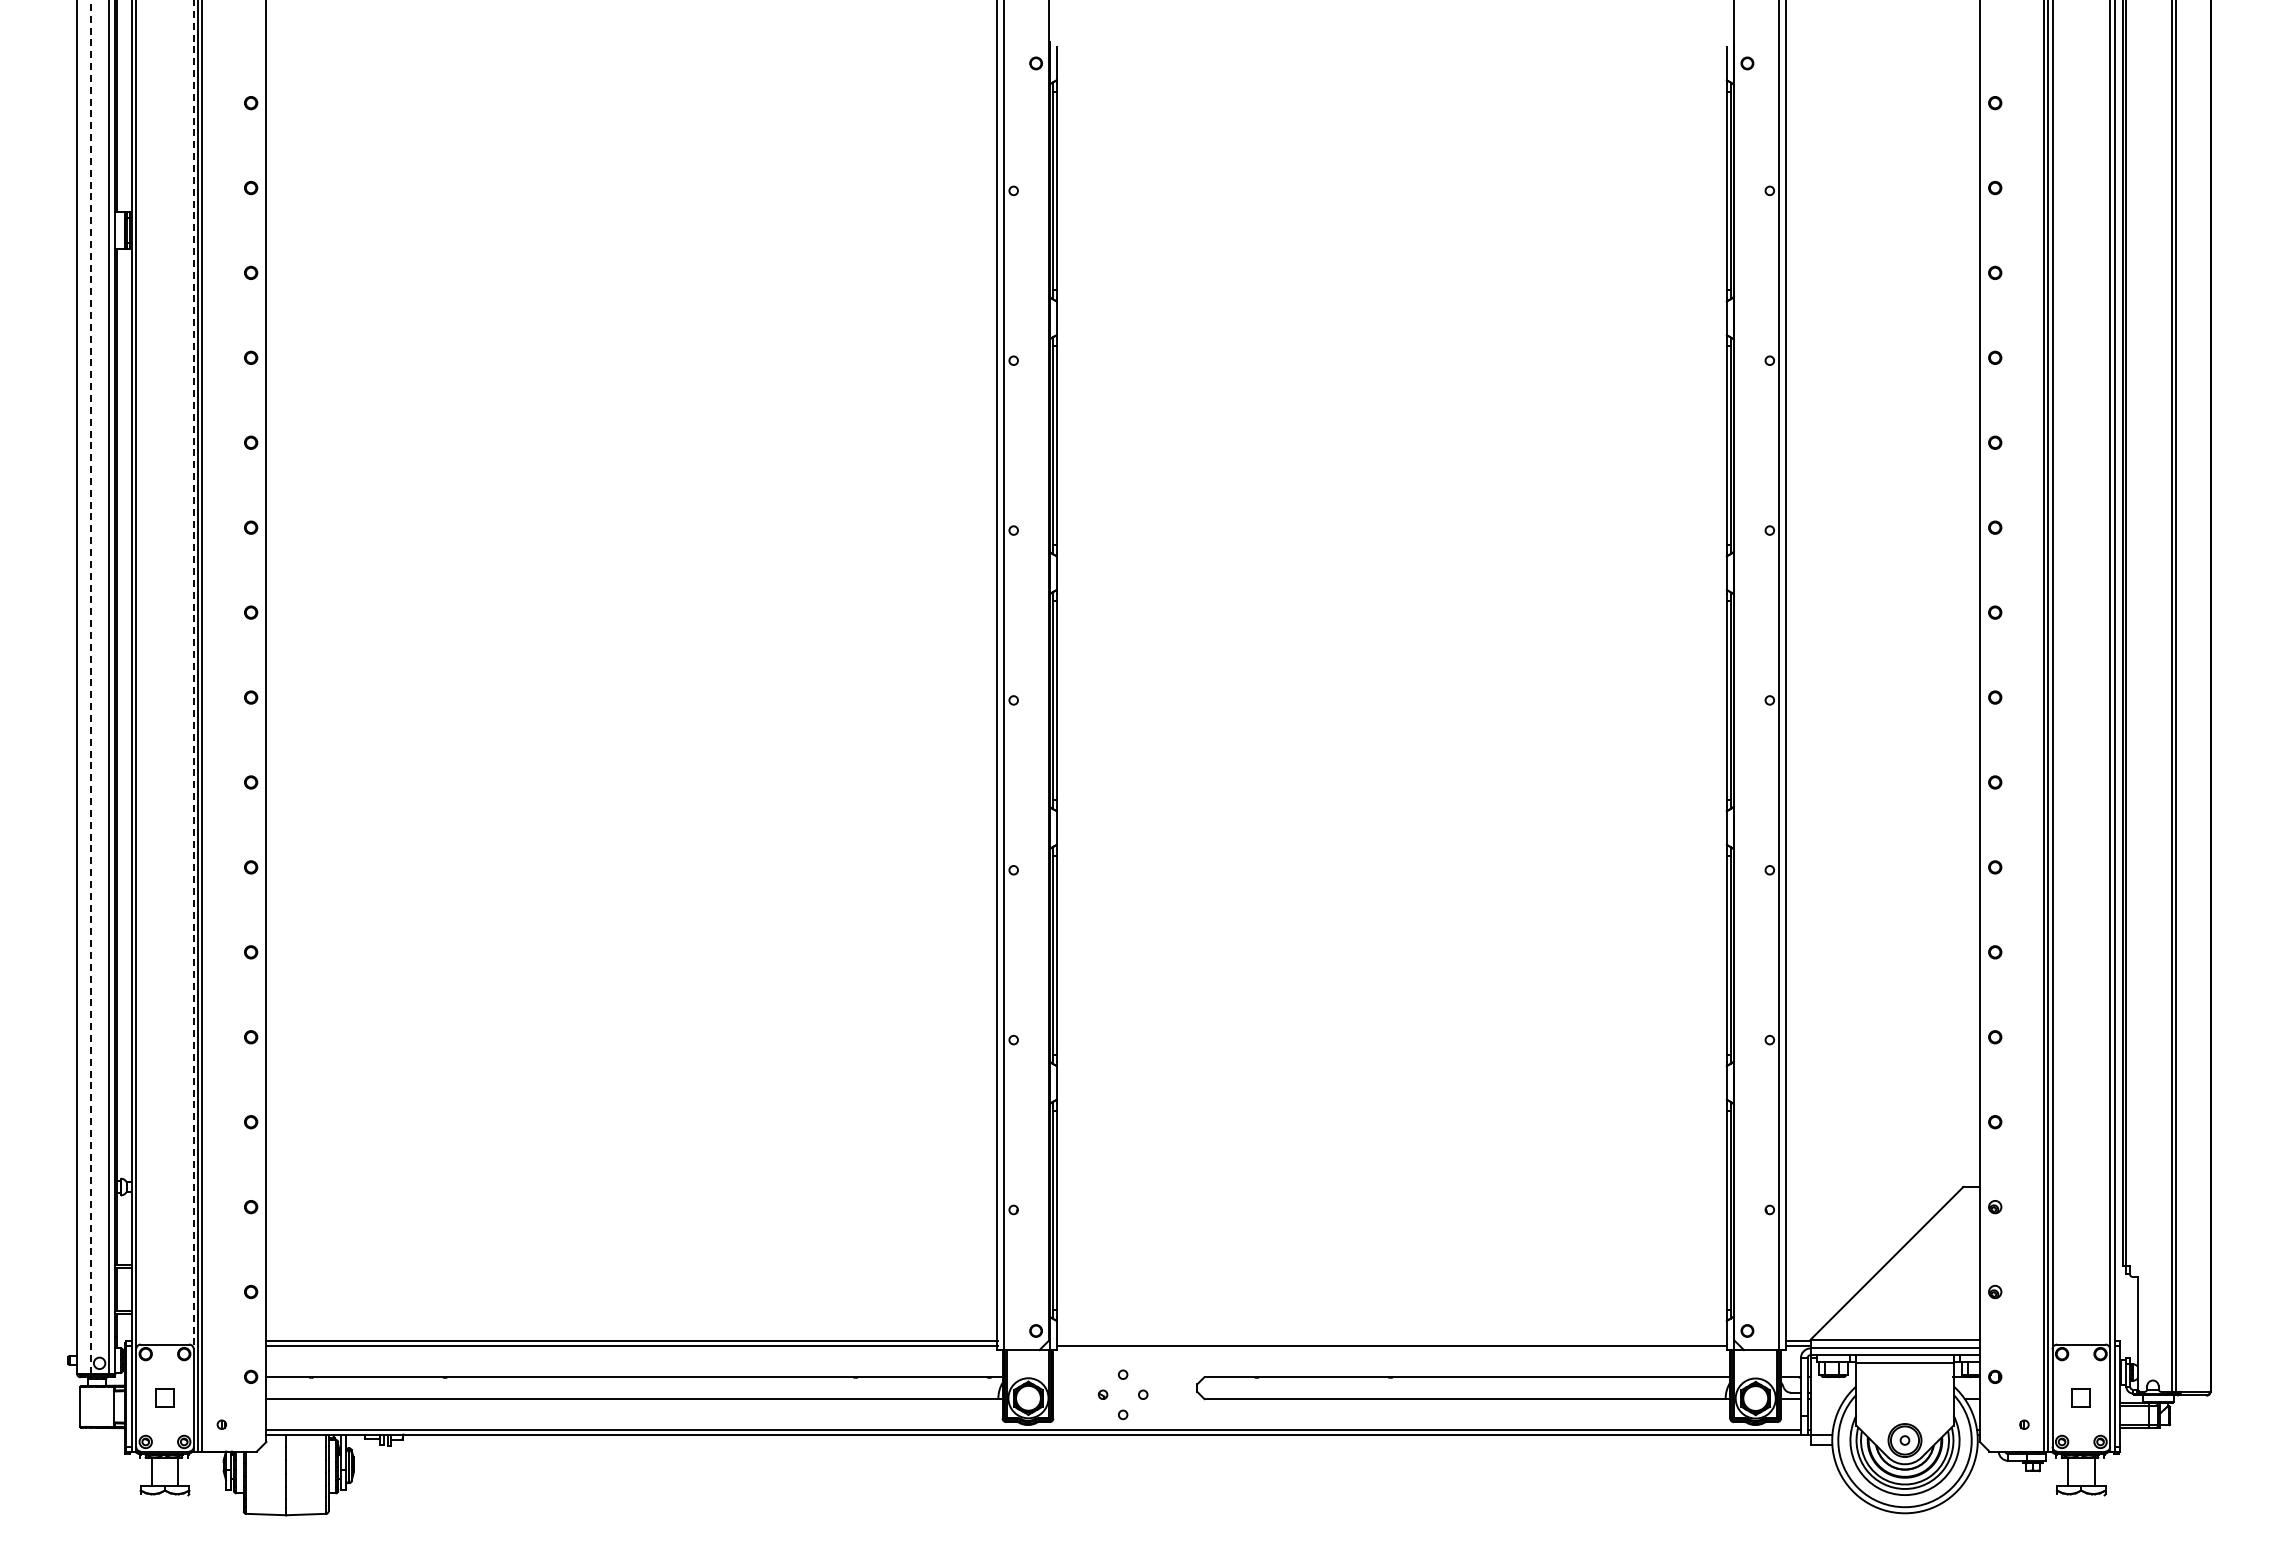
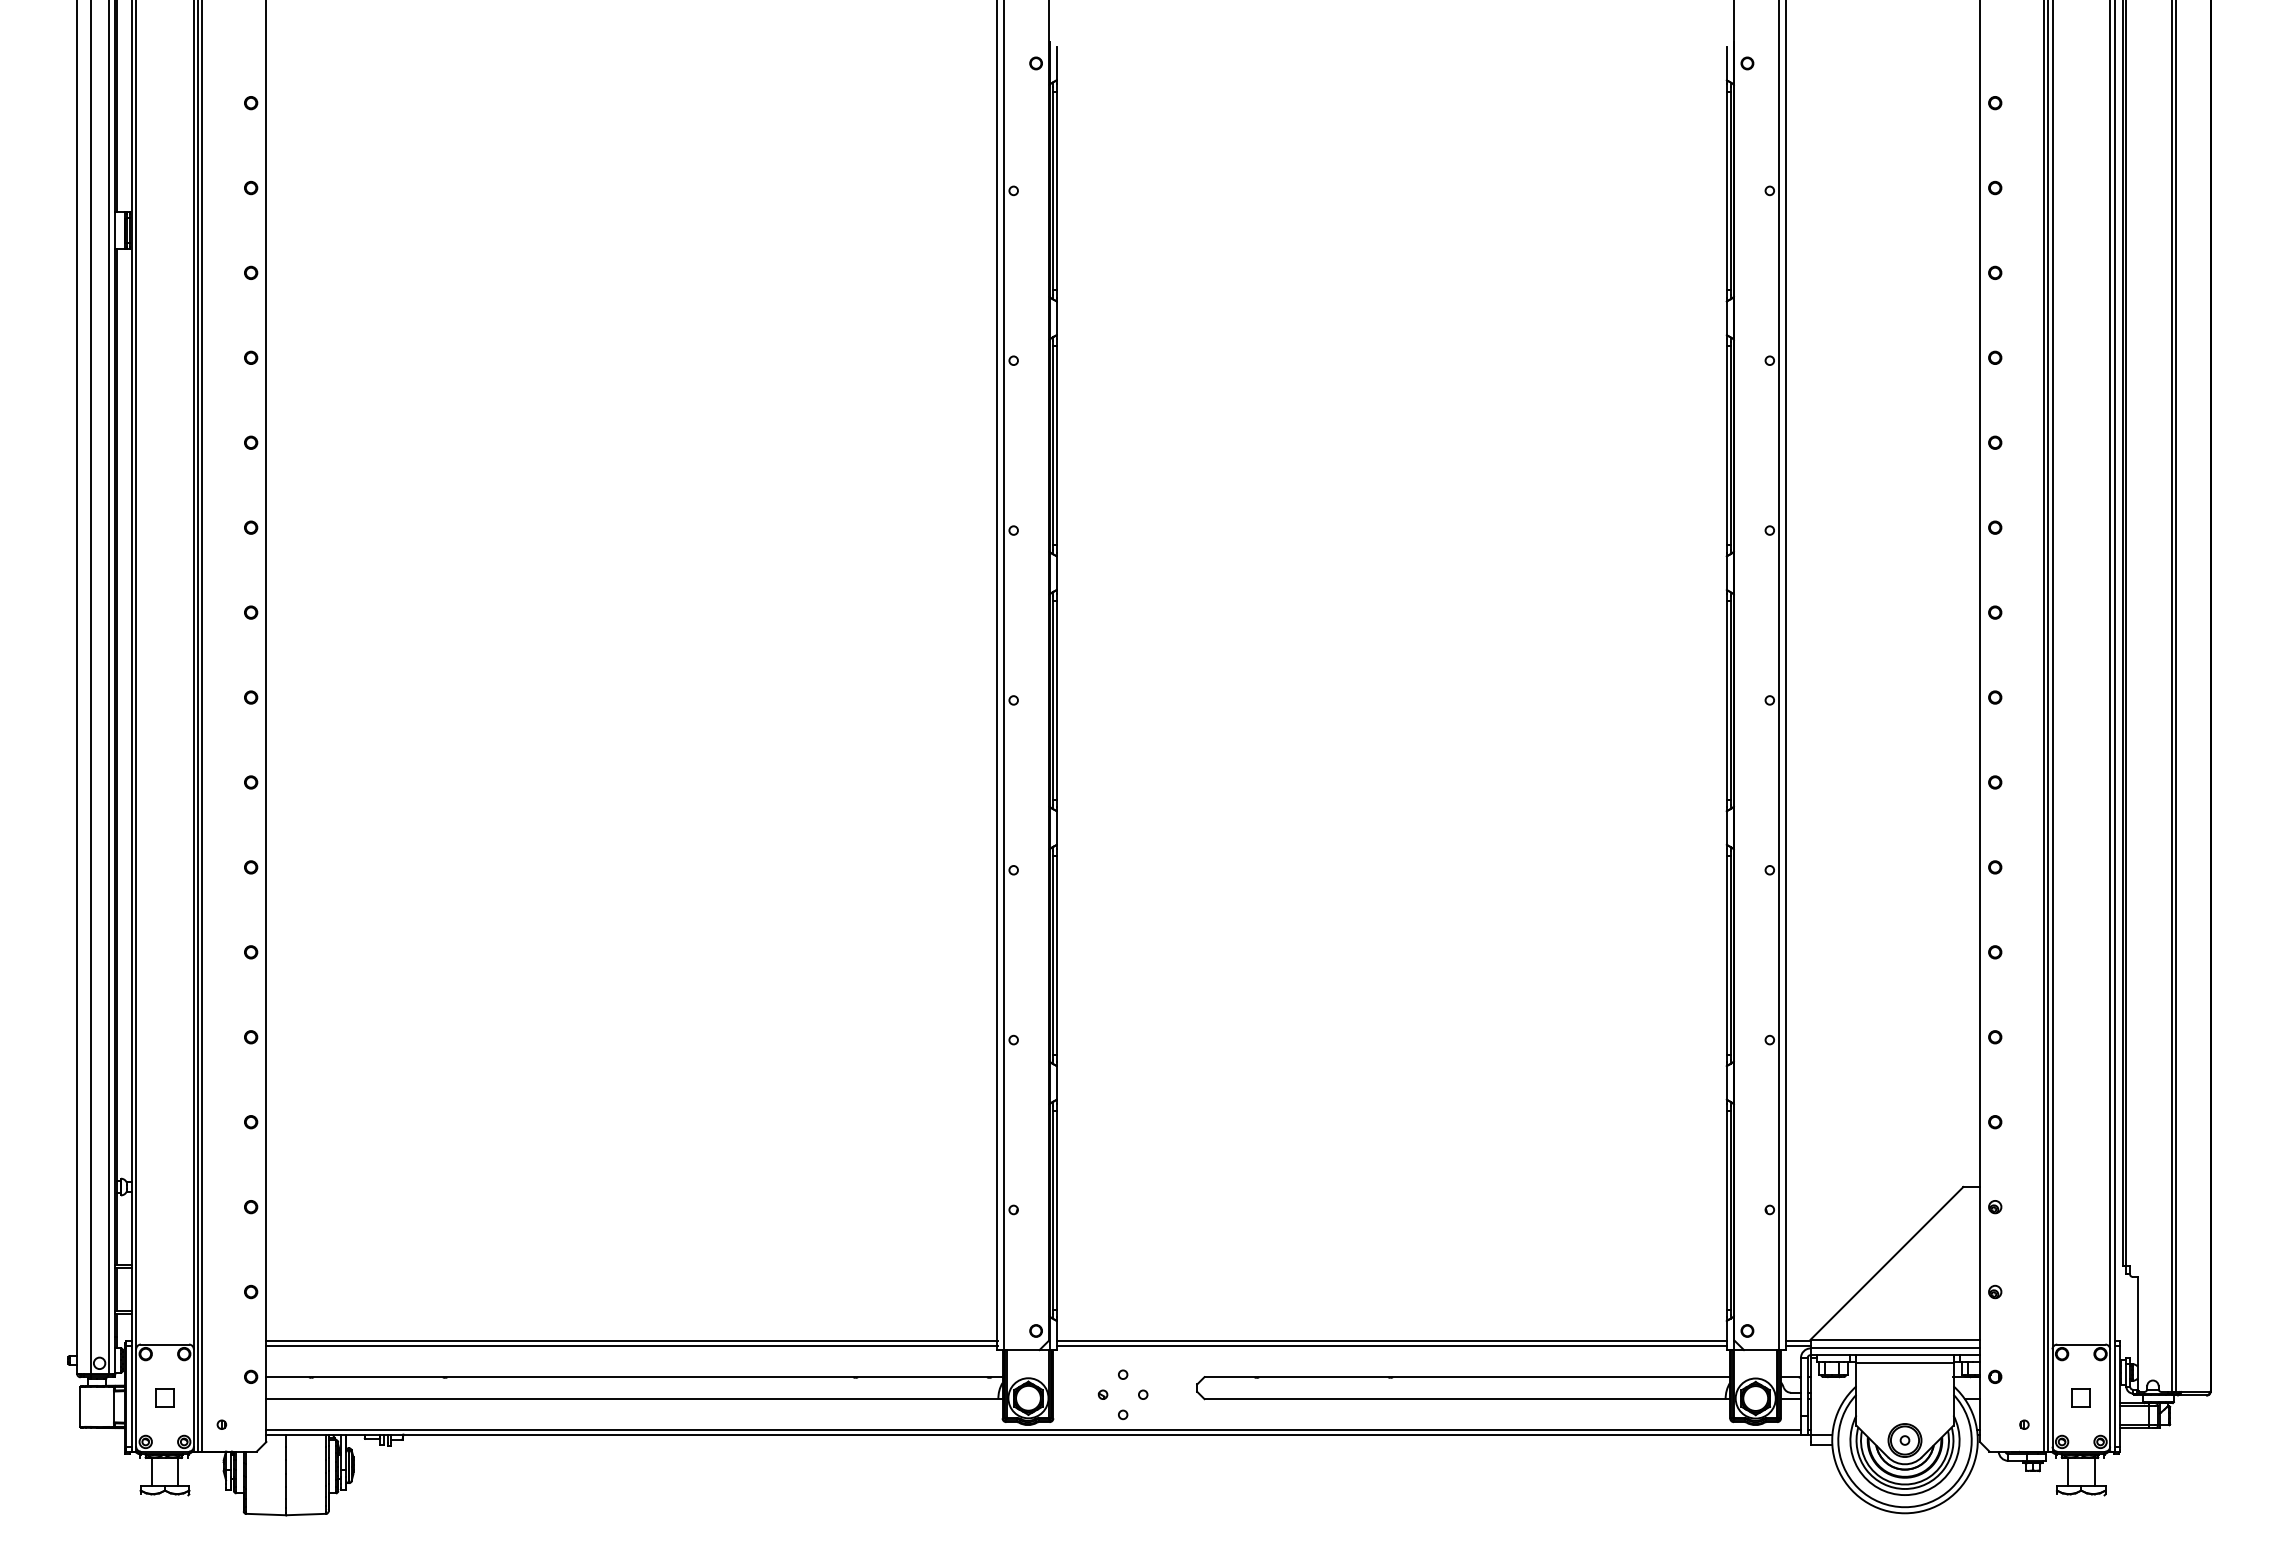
line at (193, 675): dashed -> solid
line at (90, 686): dashed -> solid
line at (1391, 1340): none -> present
